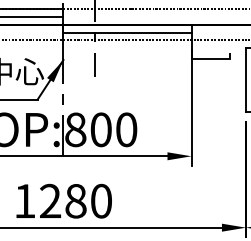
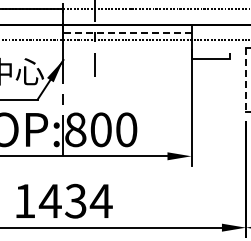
line at (32, 17): present -> none
line at (126, 32): solid -> dashed
line at (245, 80): solid -> dashed
text at (75, 200): 1280 -> 1434
